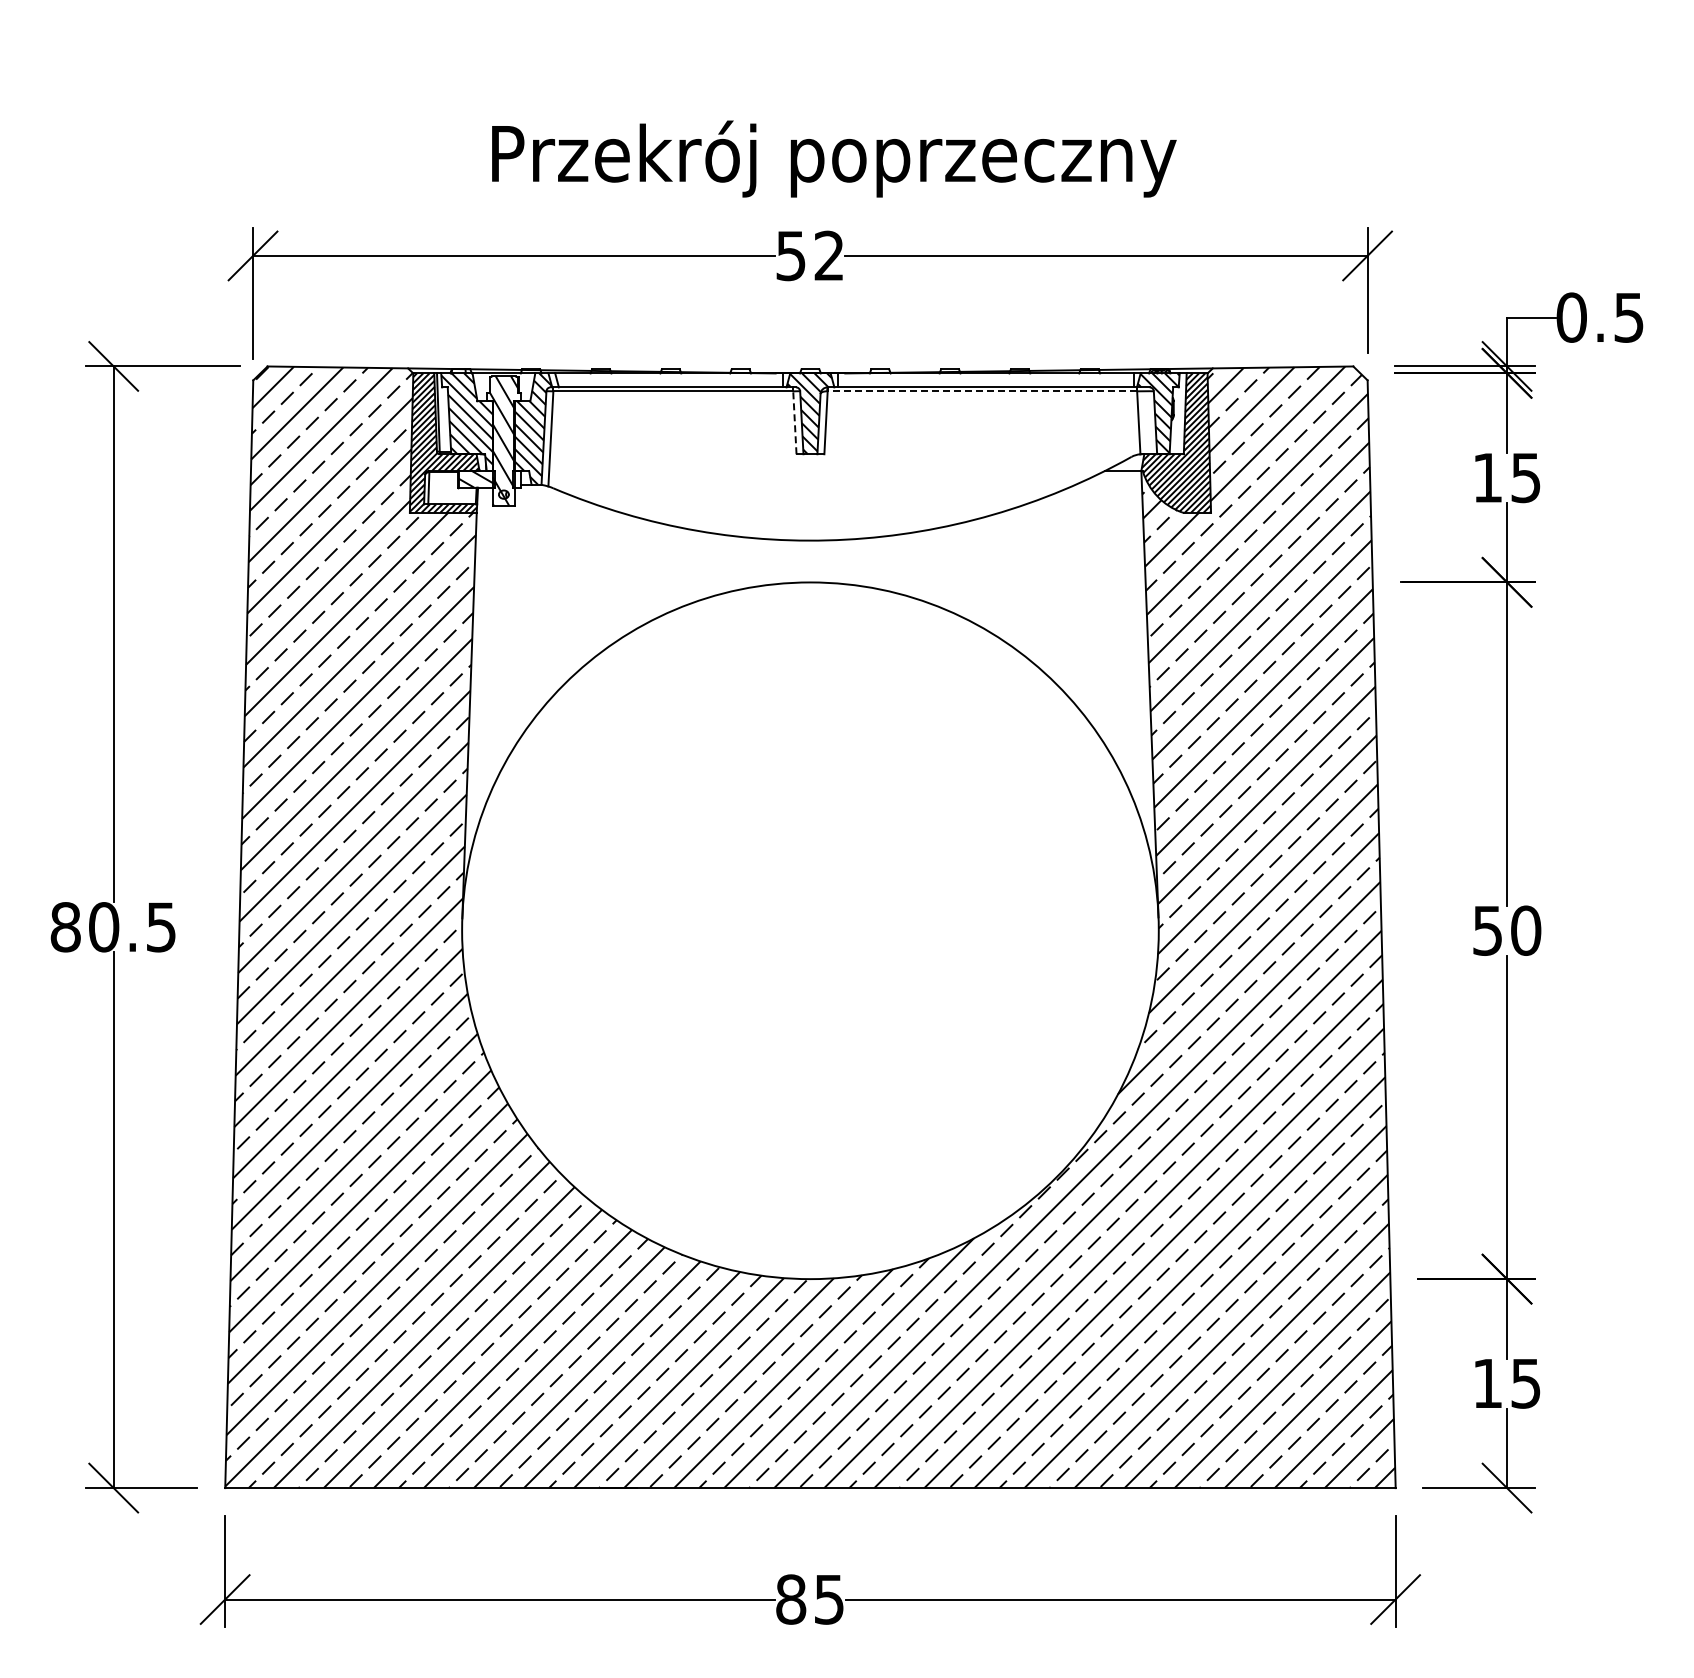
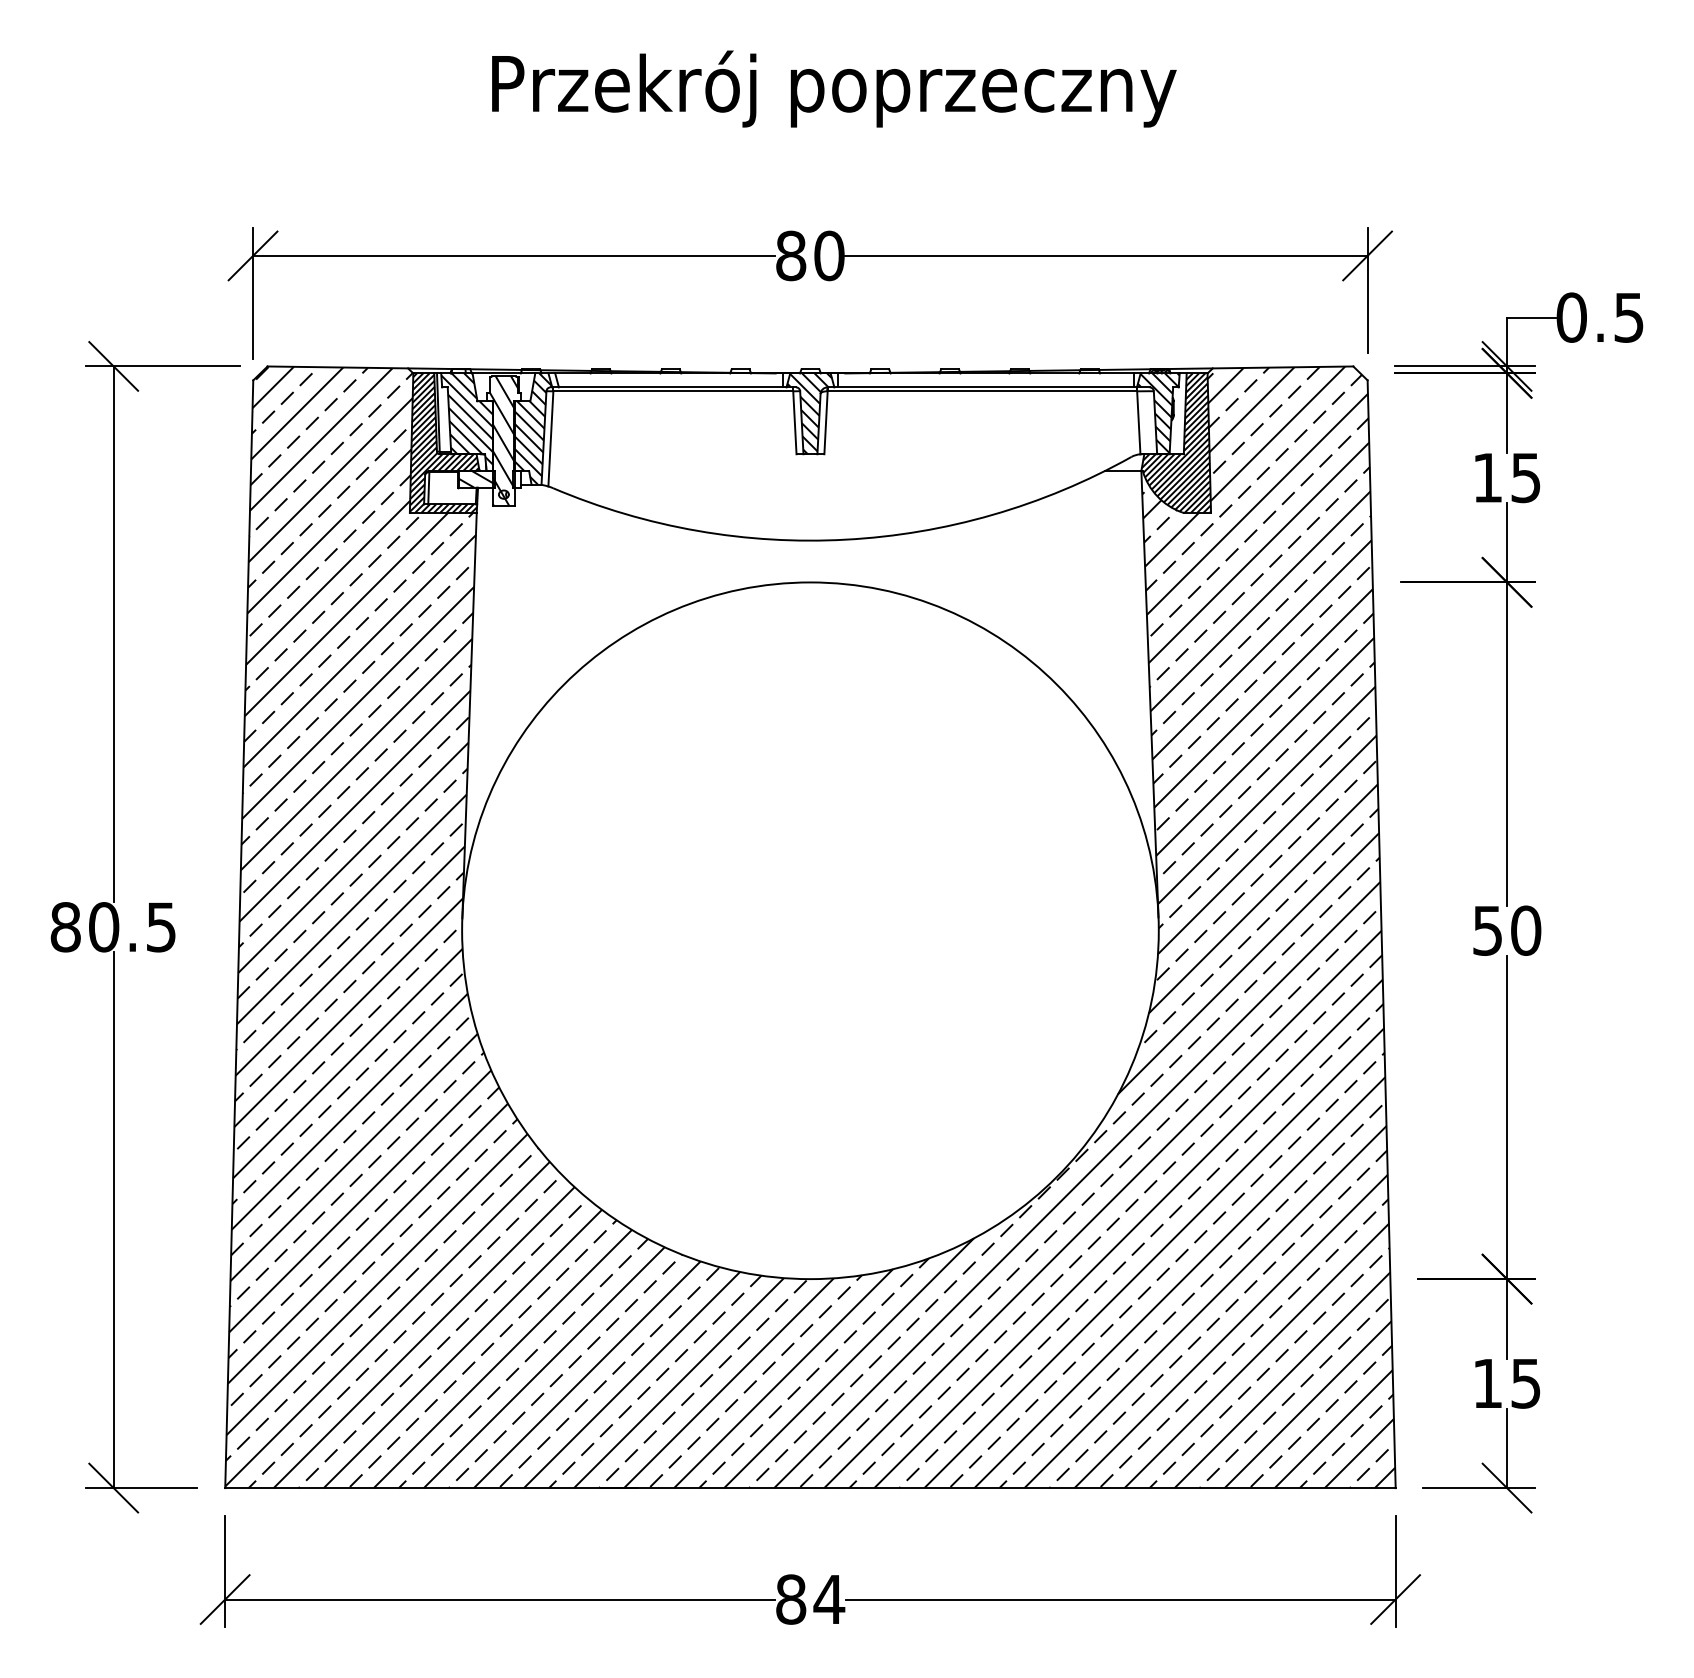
text at (834, 158) position: (834, 158) -> (834, 88)
text at (810, 255): 52 -> 80
line at (982, 391): dashed -> solid
line at (794, 422): dashed -> solid
text at (829, 1599): 85 -> 84
